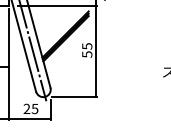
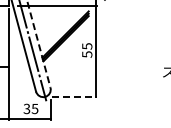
line at (38, 44): solid -> dashed
line at (74, 97): solid -> dashed
text at (26, 109): 25 -> 35
